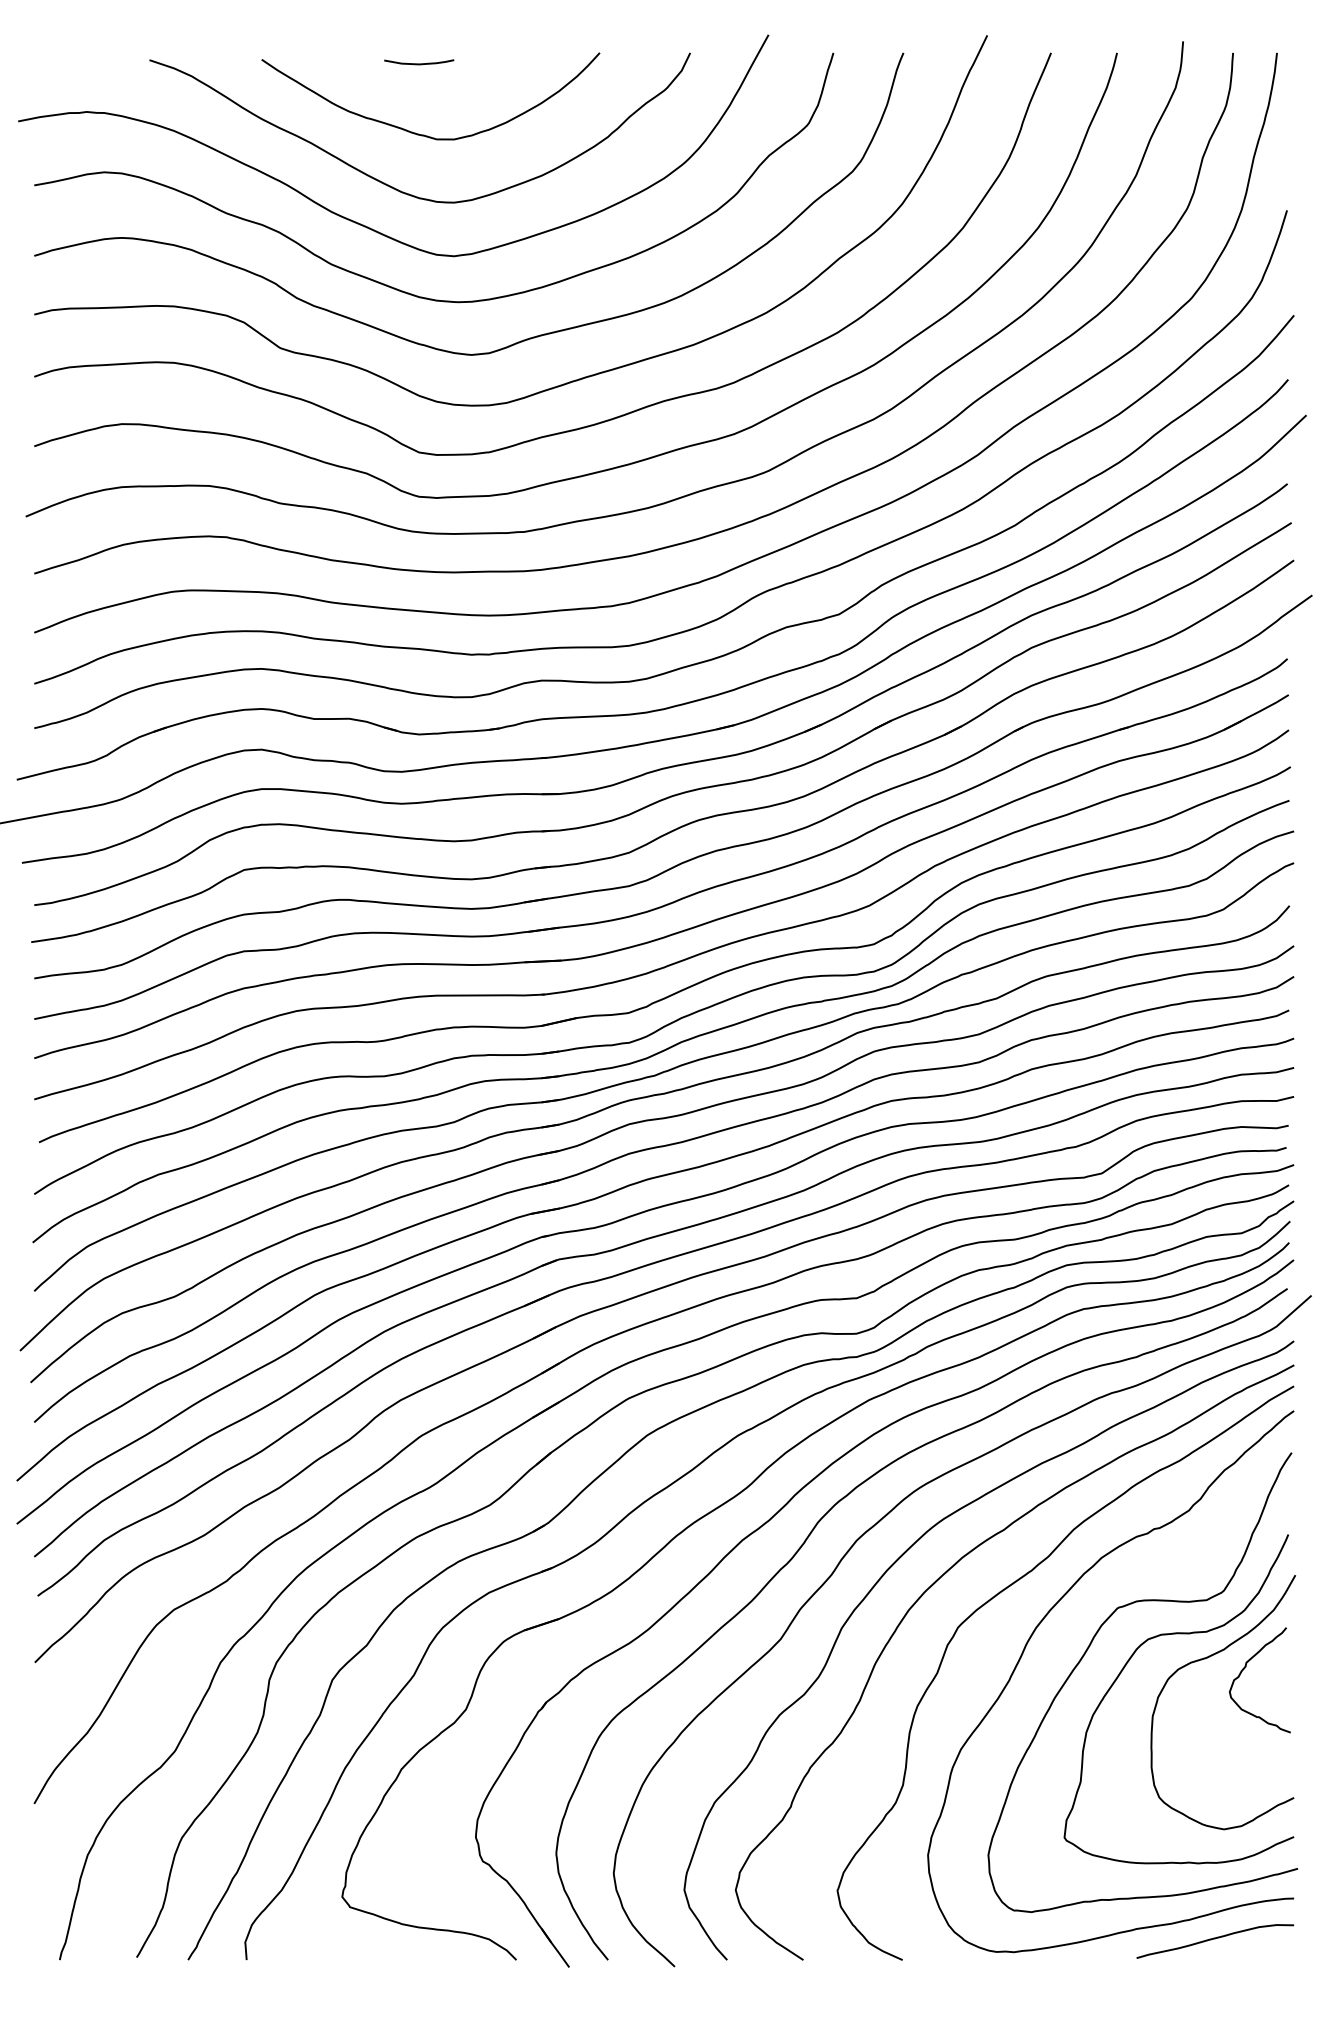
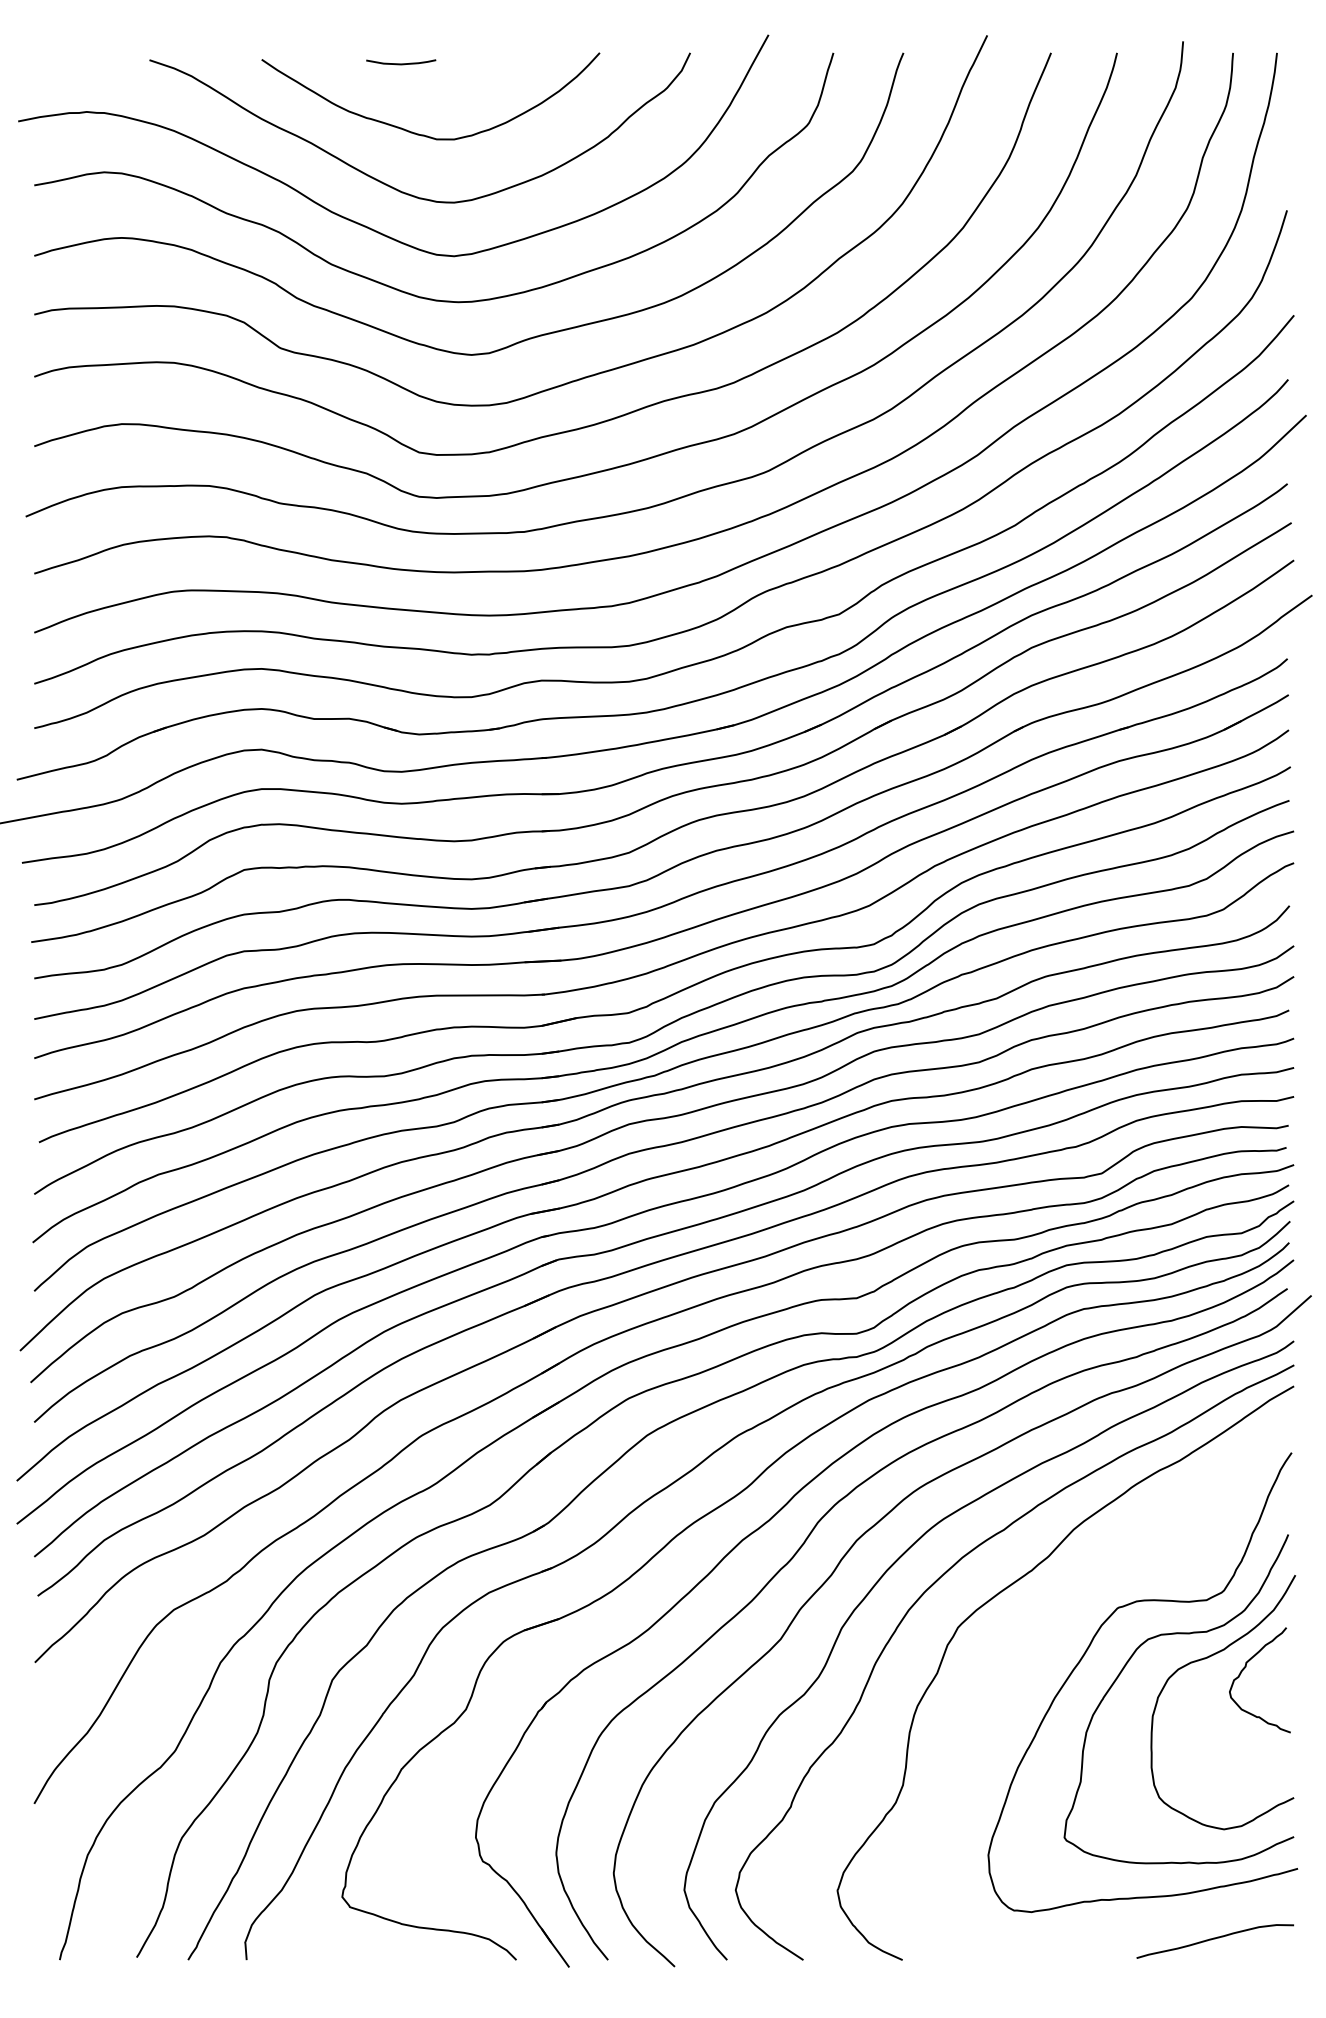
curve at (419, 63) position: (419, 63) -> (401, 63)
curve at (1035, 1631): present -> none
